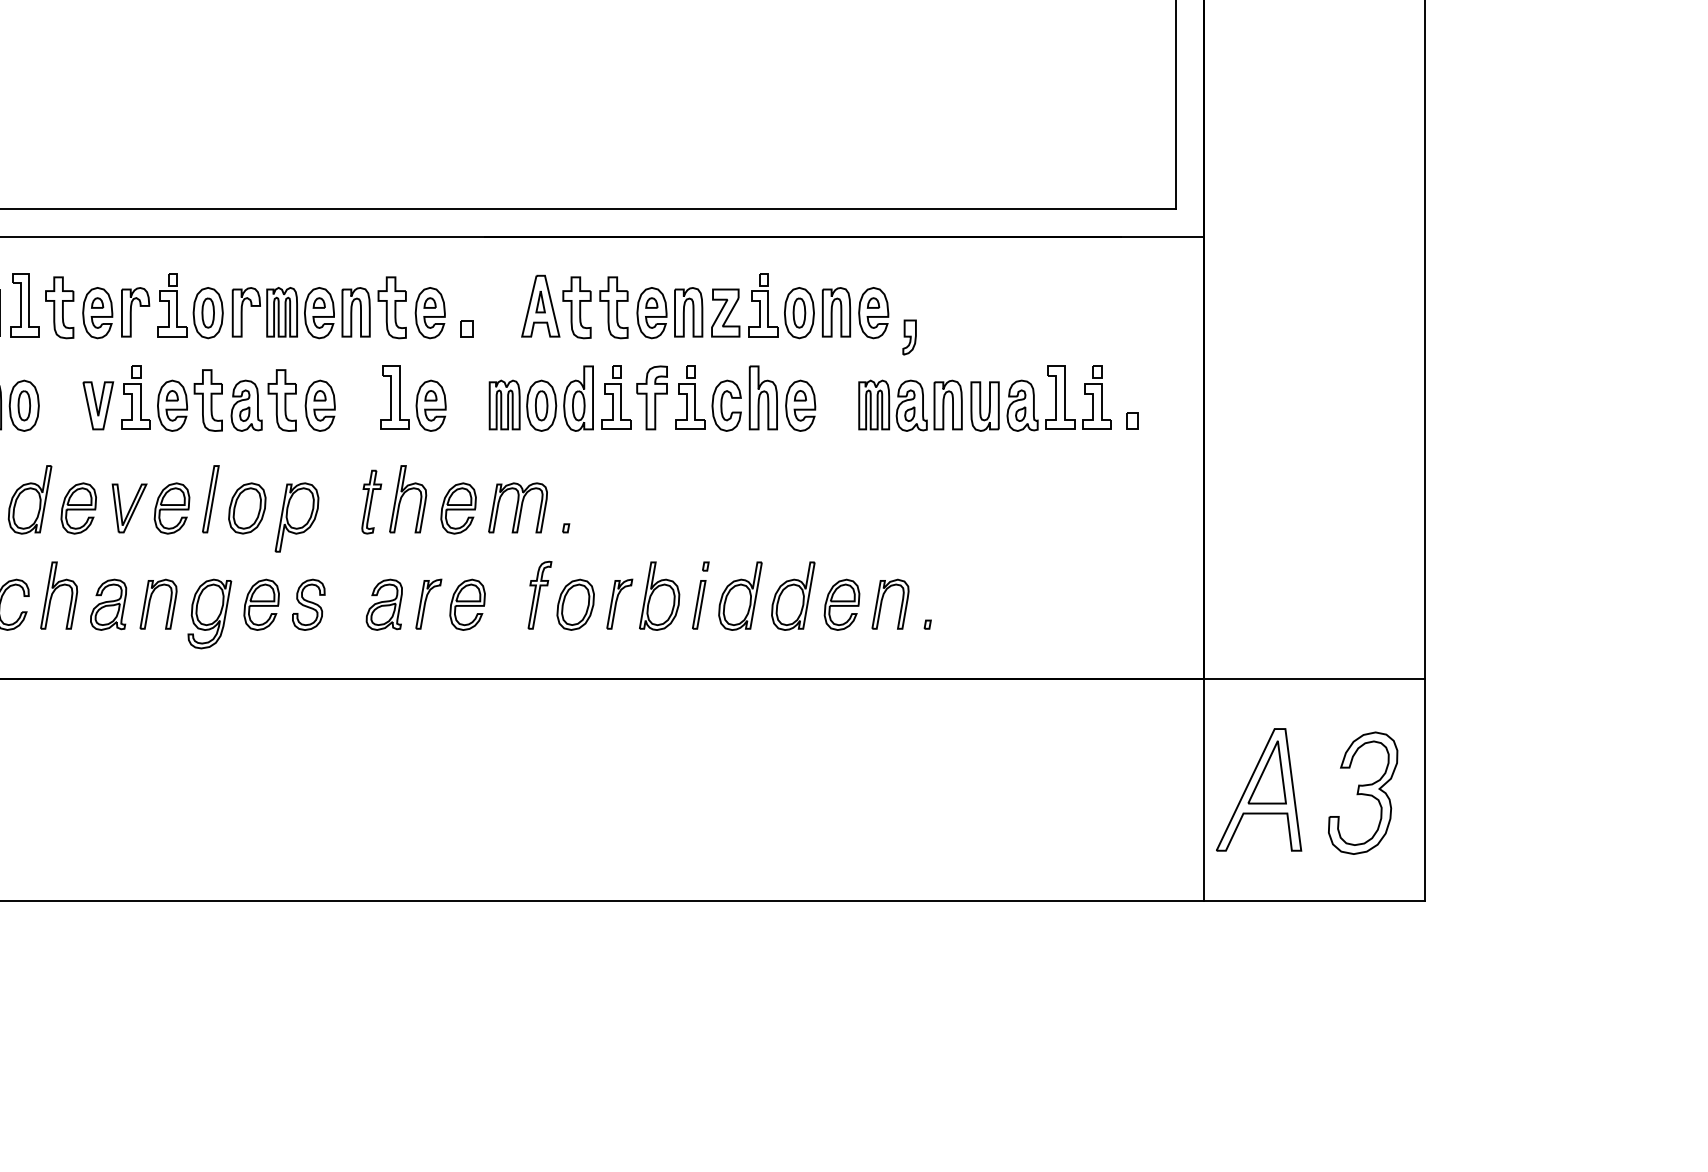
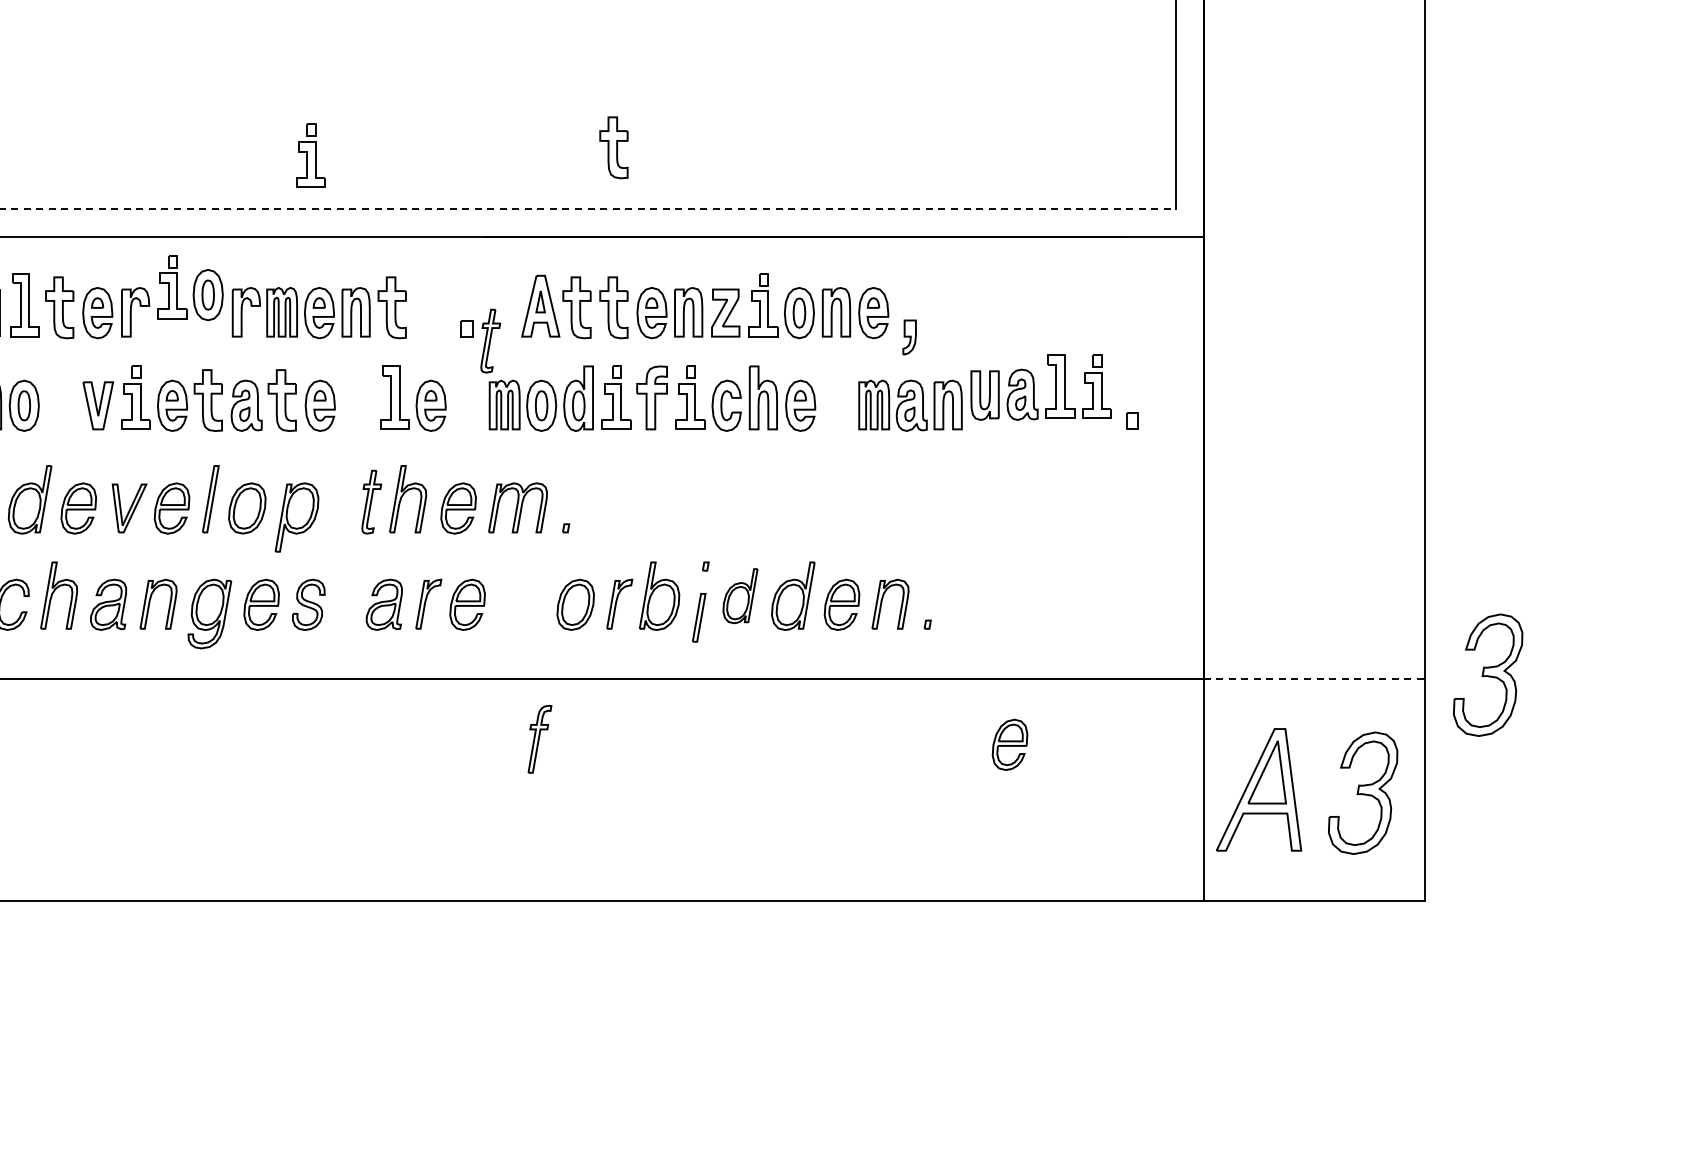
part at (613, 147): none -> present
part at (310, 155): none -> present
line at (588, 209): solid -> dashed
part at (190, 306) position: (190, 306) -> (190, 288)
part at (429, 313): present -> none
part at (490, 340): none -> present
part at (1040, 398) position: (1040, 398) -> (1040, 387)
part at (539, 594) position: (539, 594) -> (539, 738)
part at (740, 595) size: 45x70 px -> 37x57 px
part at (699, 604) position: (699, 604) -> (699, 617)
part at (1488, 674): none -> present
line at (1314, 679): solid -> dashed
part at (1009, 744): none -> present
